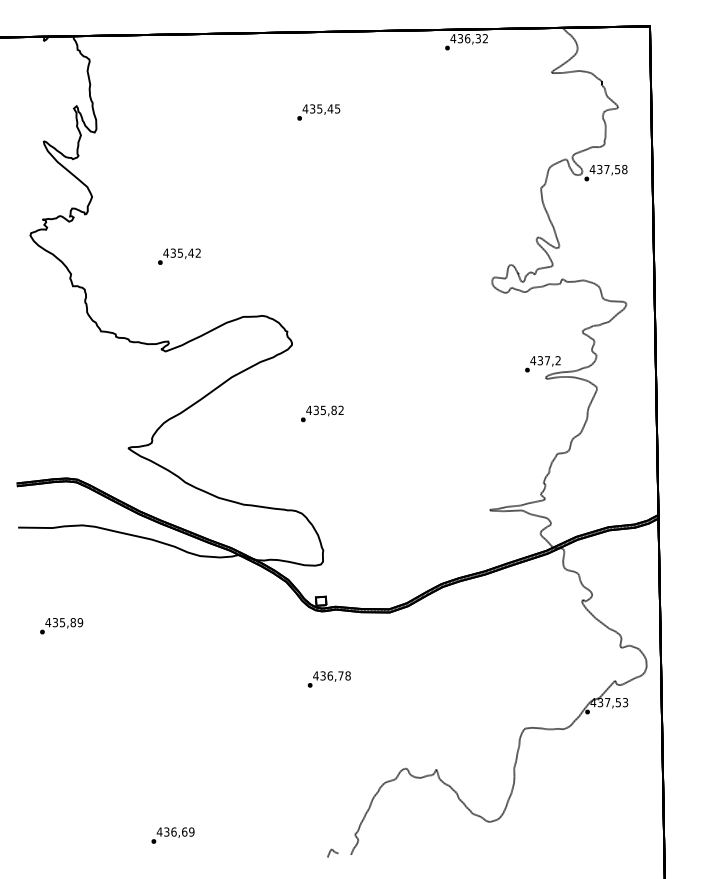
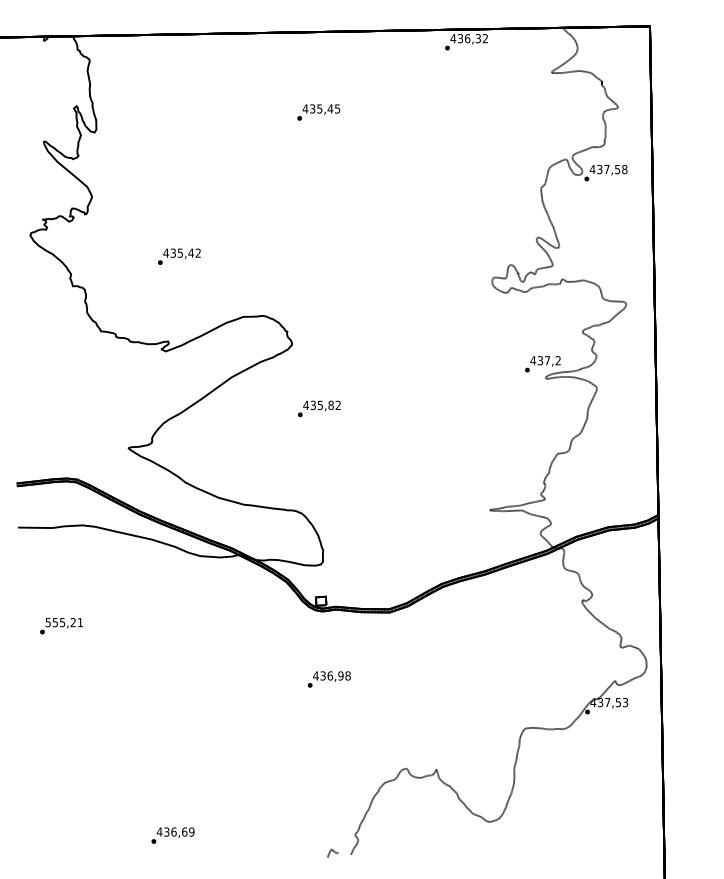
text at (322, 413) position: (322, 413) -> (319, 408)
text at (64, 622): 435,89 -> 555,21
text at (340, 675): 436,78 -> 436,98
